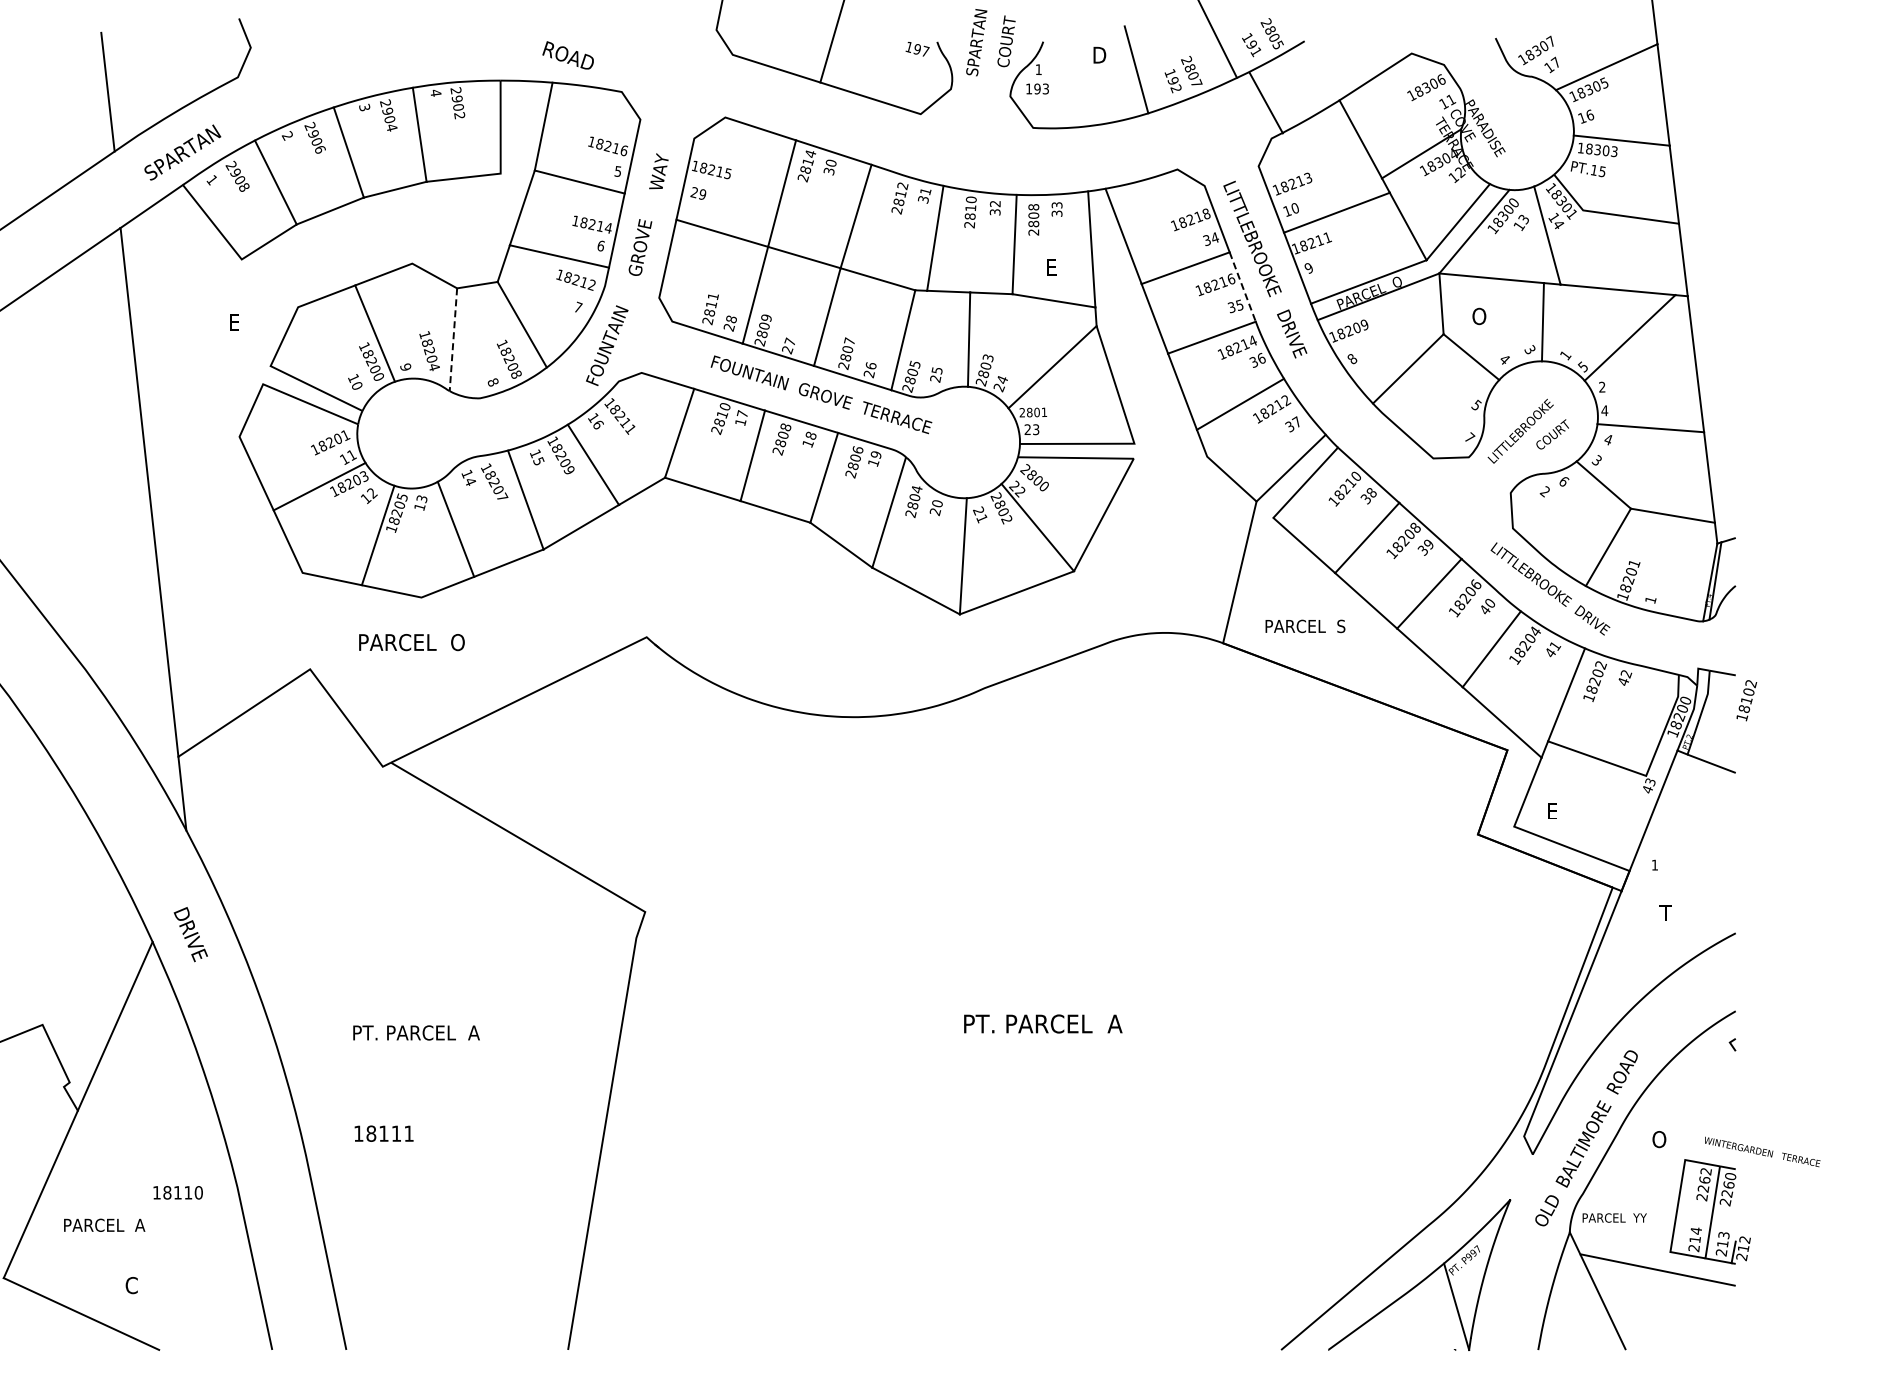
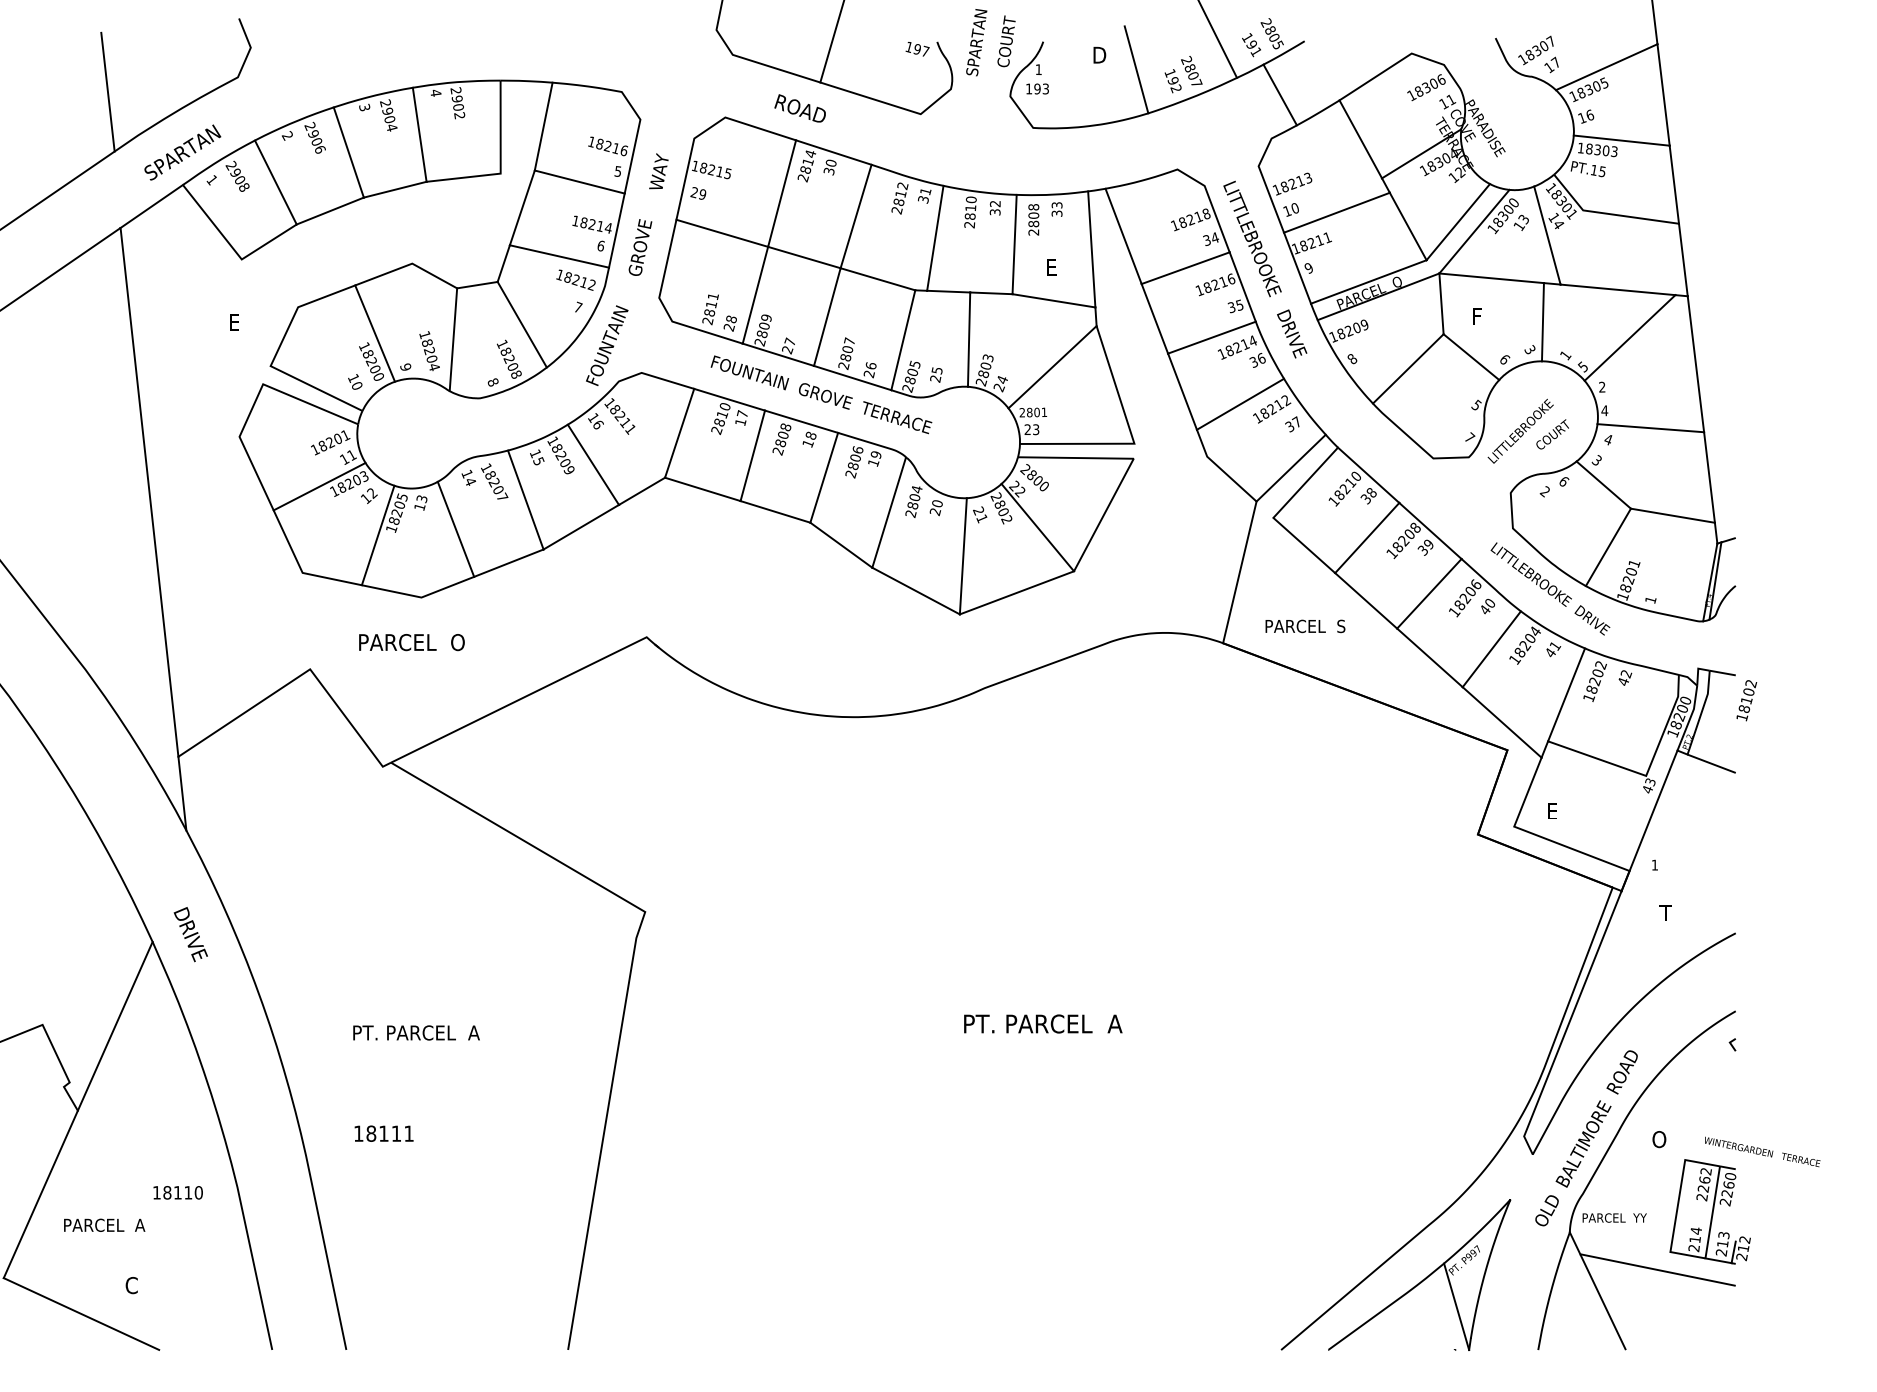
text at (567, 55) position: (567, 55) -> (799, 108)
line at (1265, 102) position: (1265, 102) -> (1279, 94)
line at (1242, 287): dashed -> solid
text at (1479, 316): O -> F
line at (453, 339): dashed -> solid
text at (1505, 359): 4 -> 6
